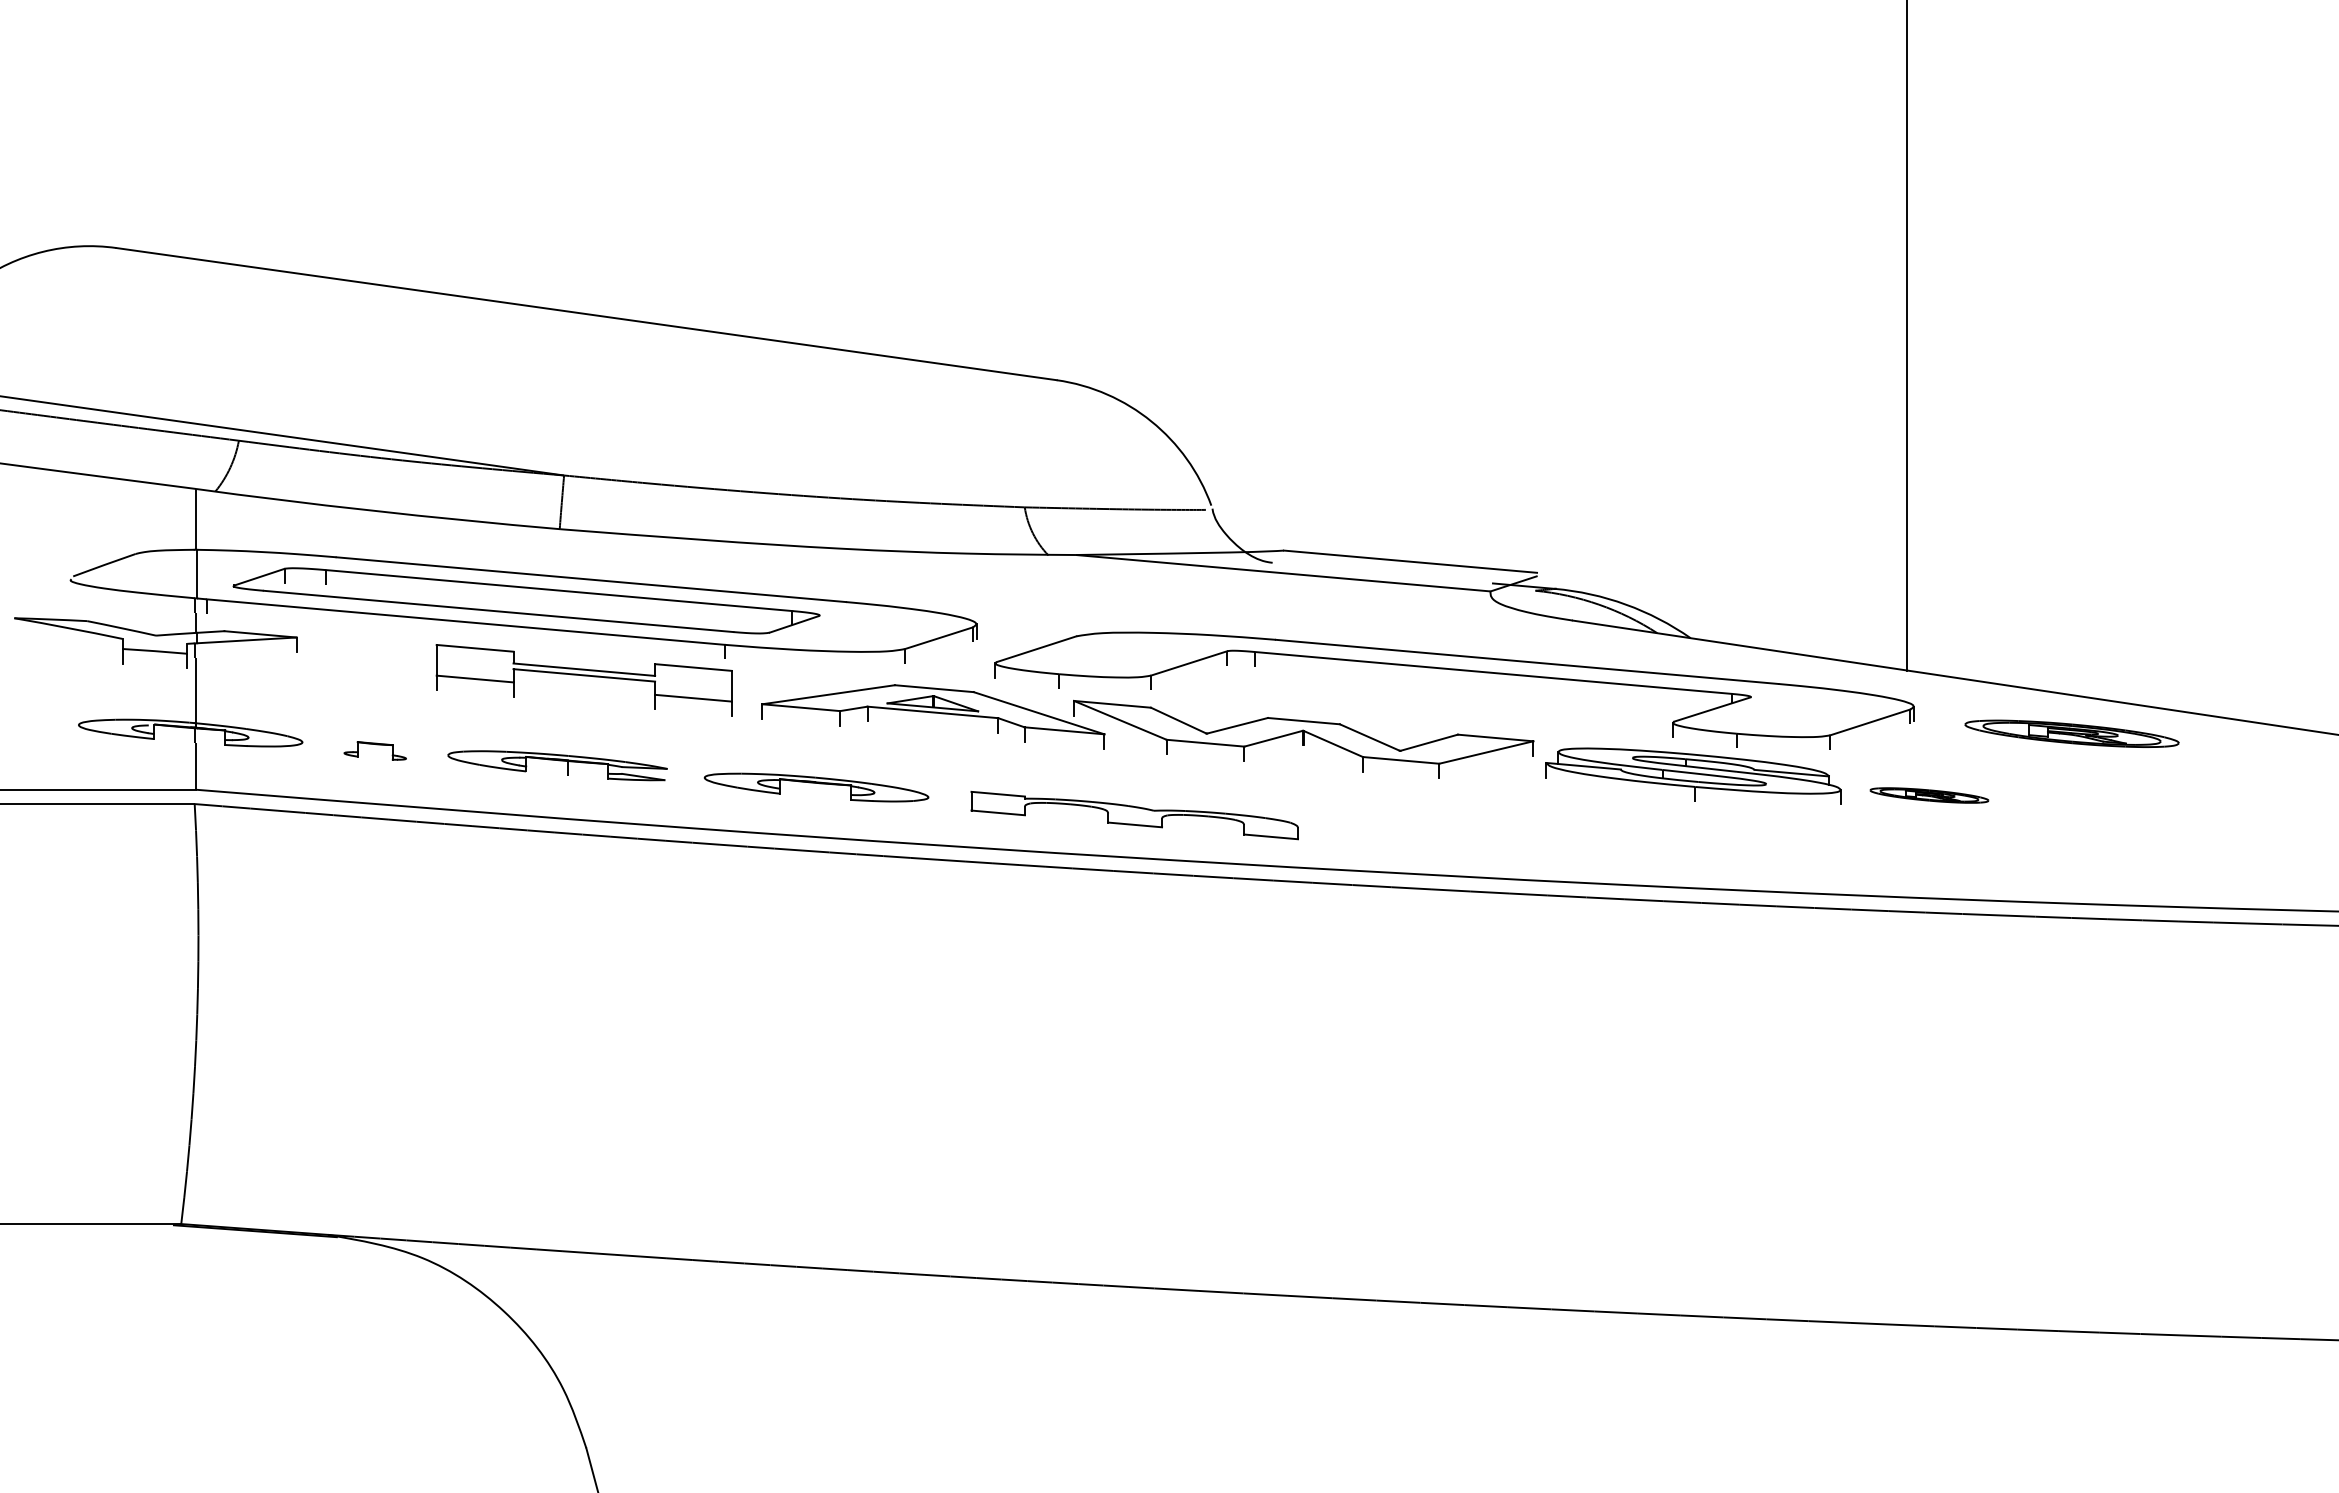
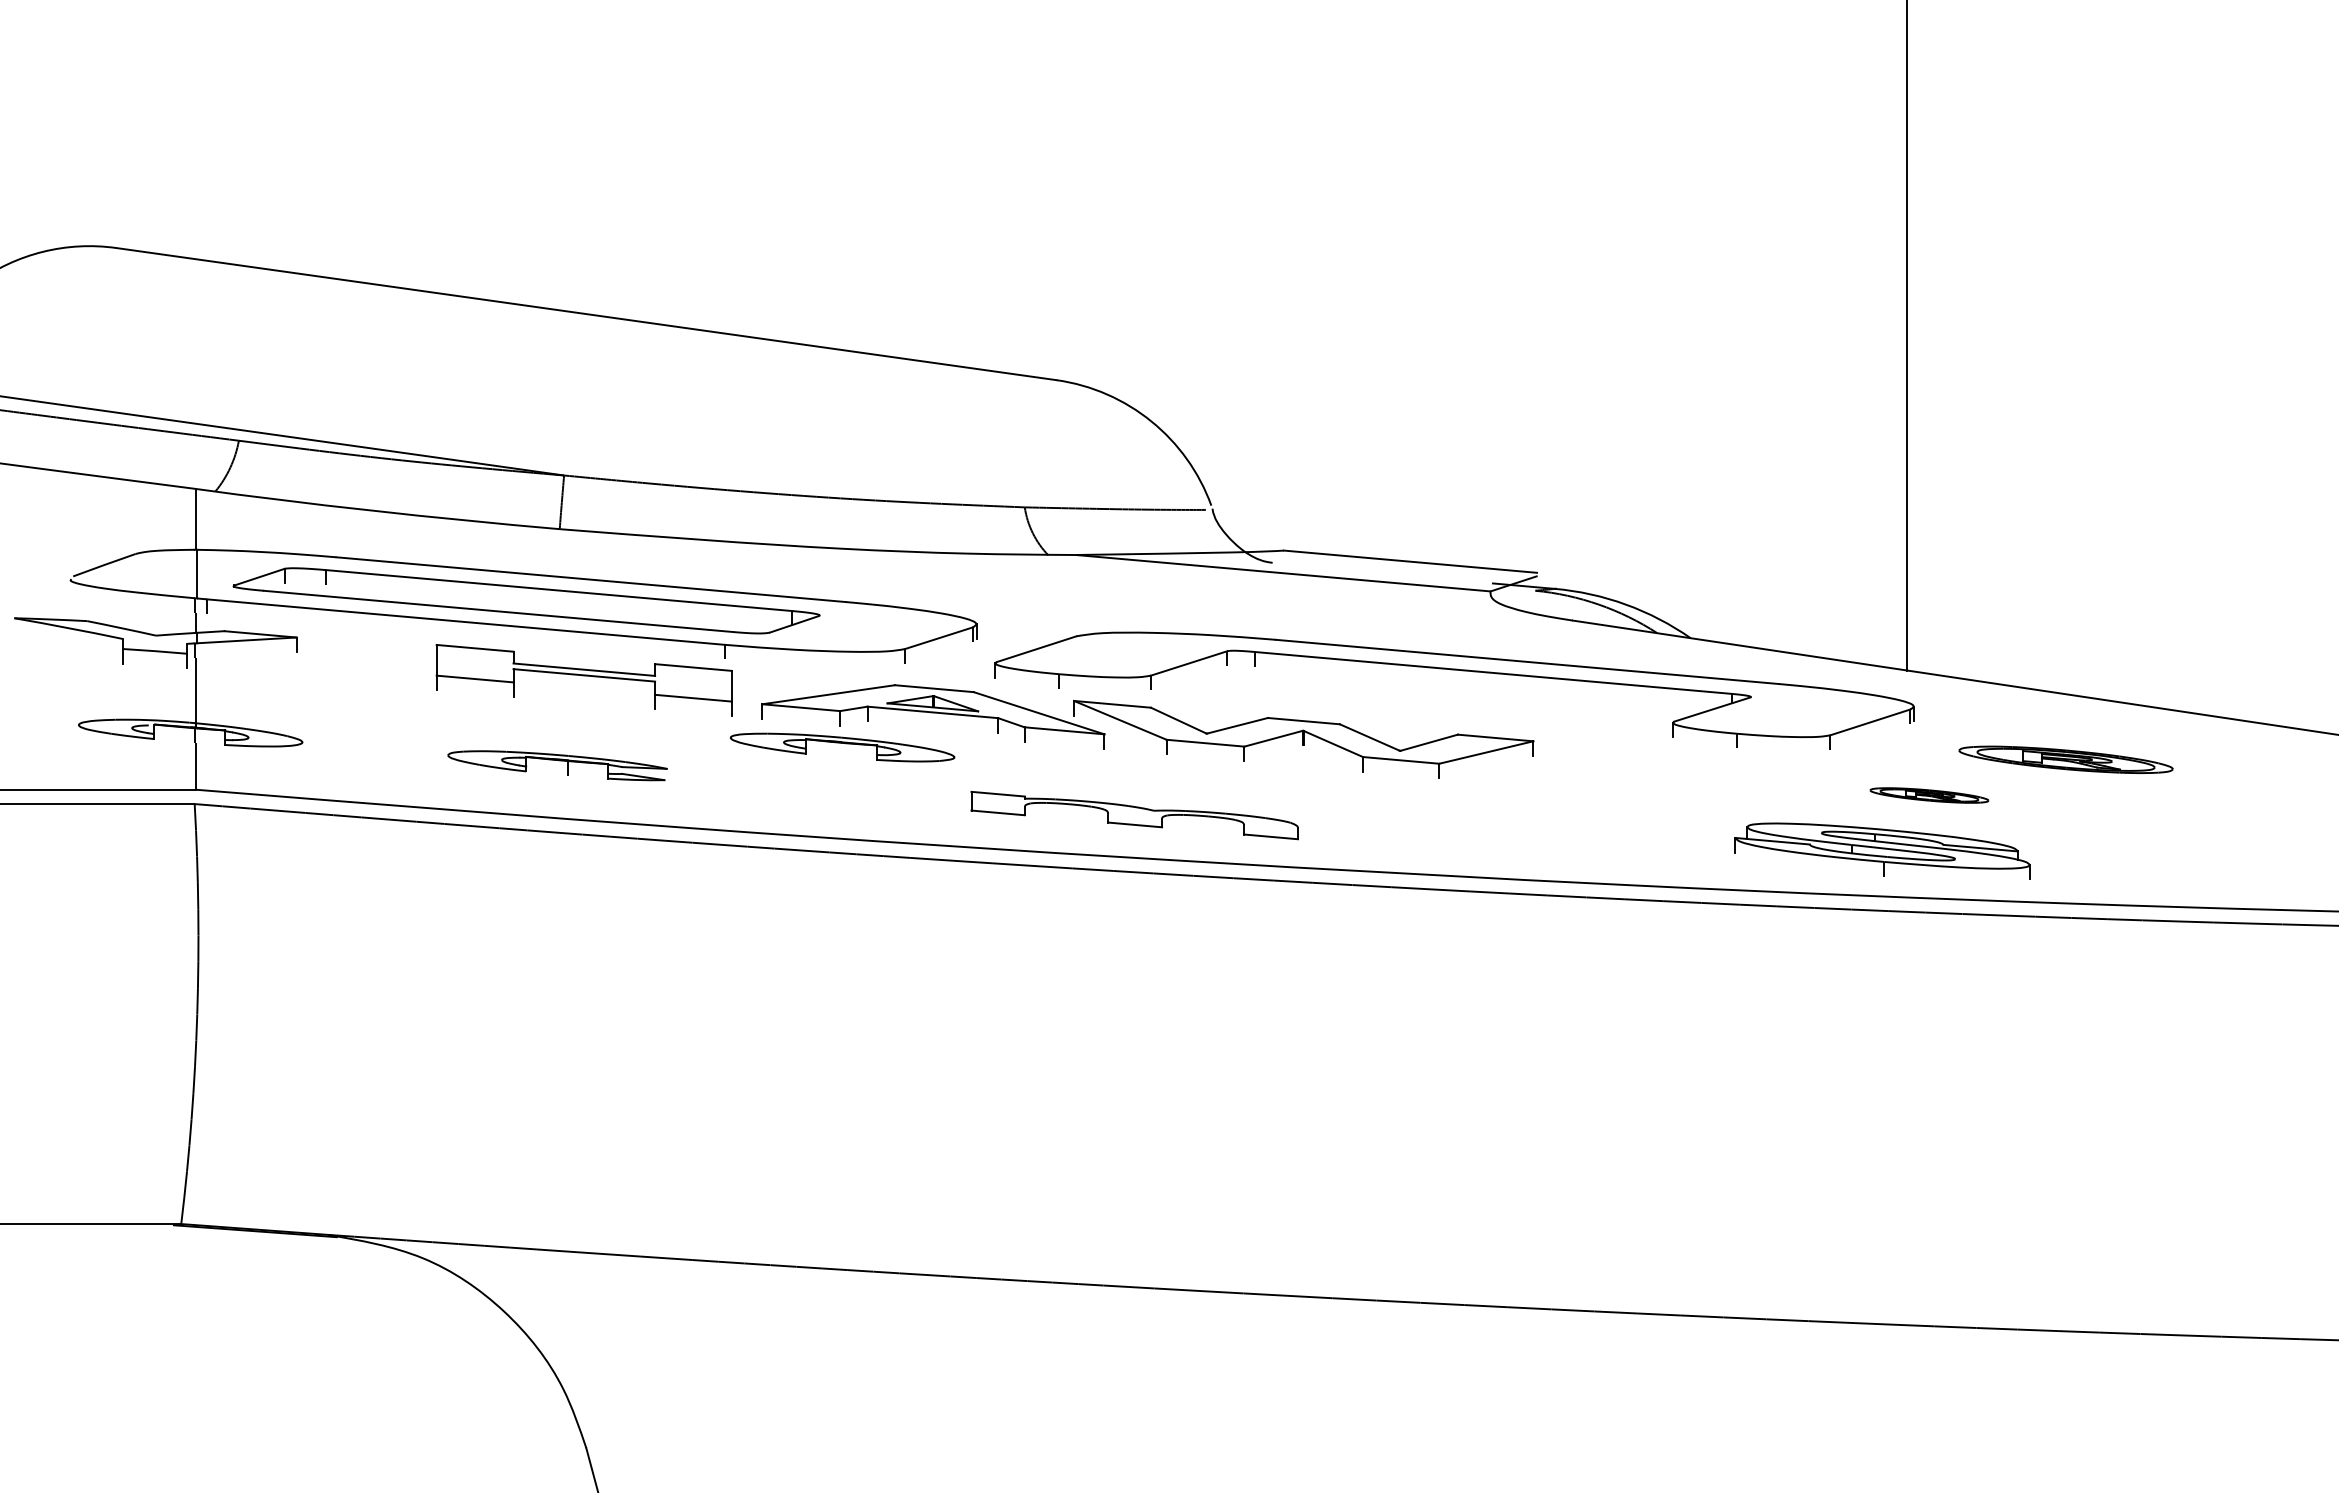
part at (2071, 733) position: (2071, 733) -> (2065, 759)
part at (374, 750): present -> none
part at (1693, 775) position: (1693, 775) -> (1882, 850)
part at (816, 787) position: (816, 787) -> (842, 747)
